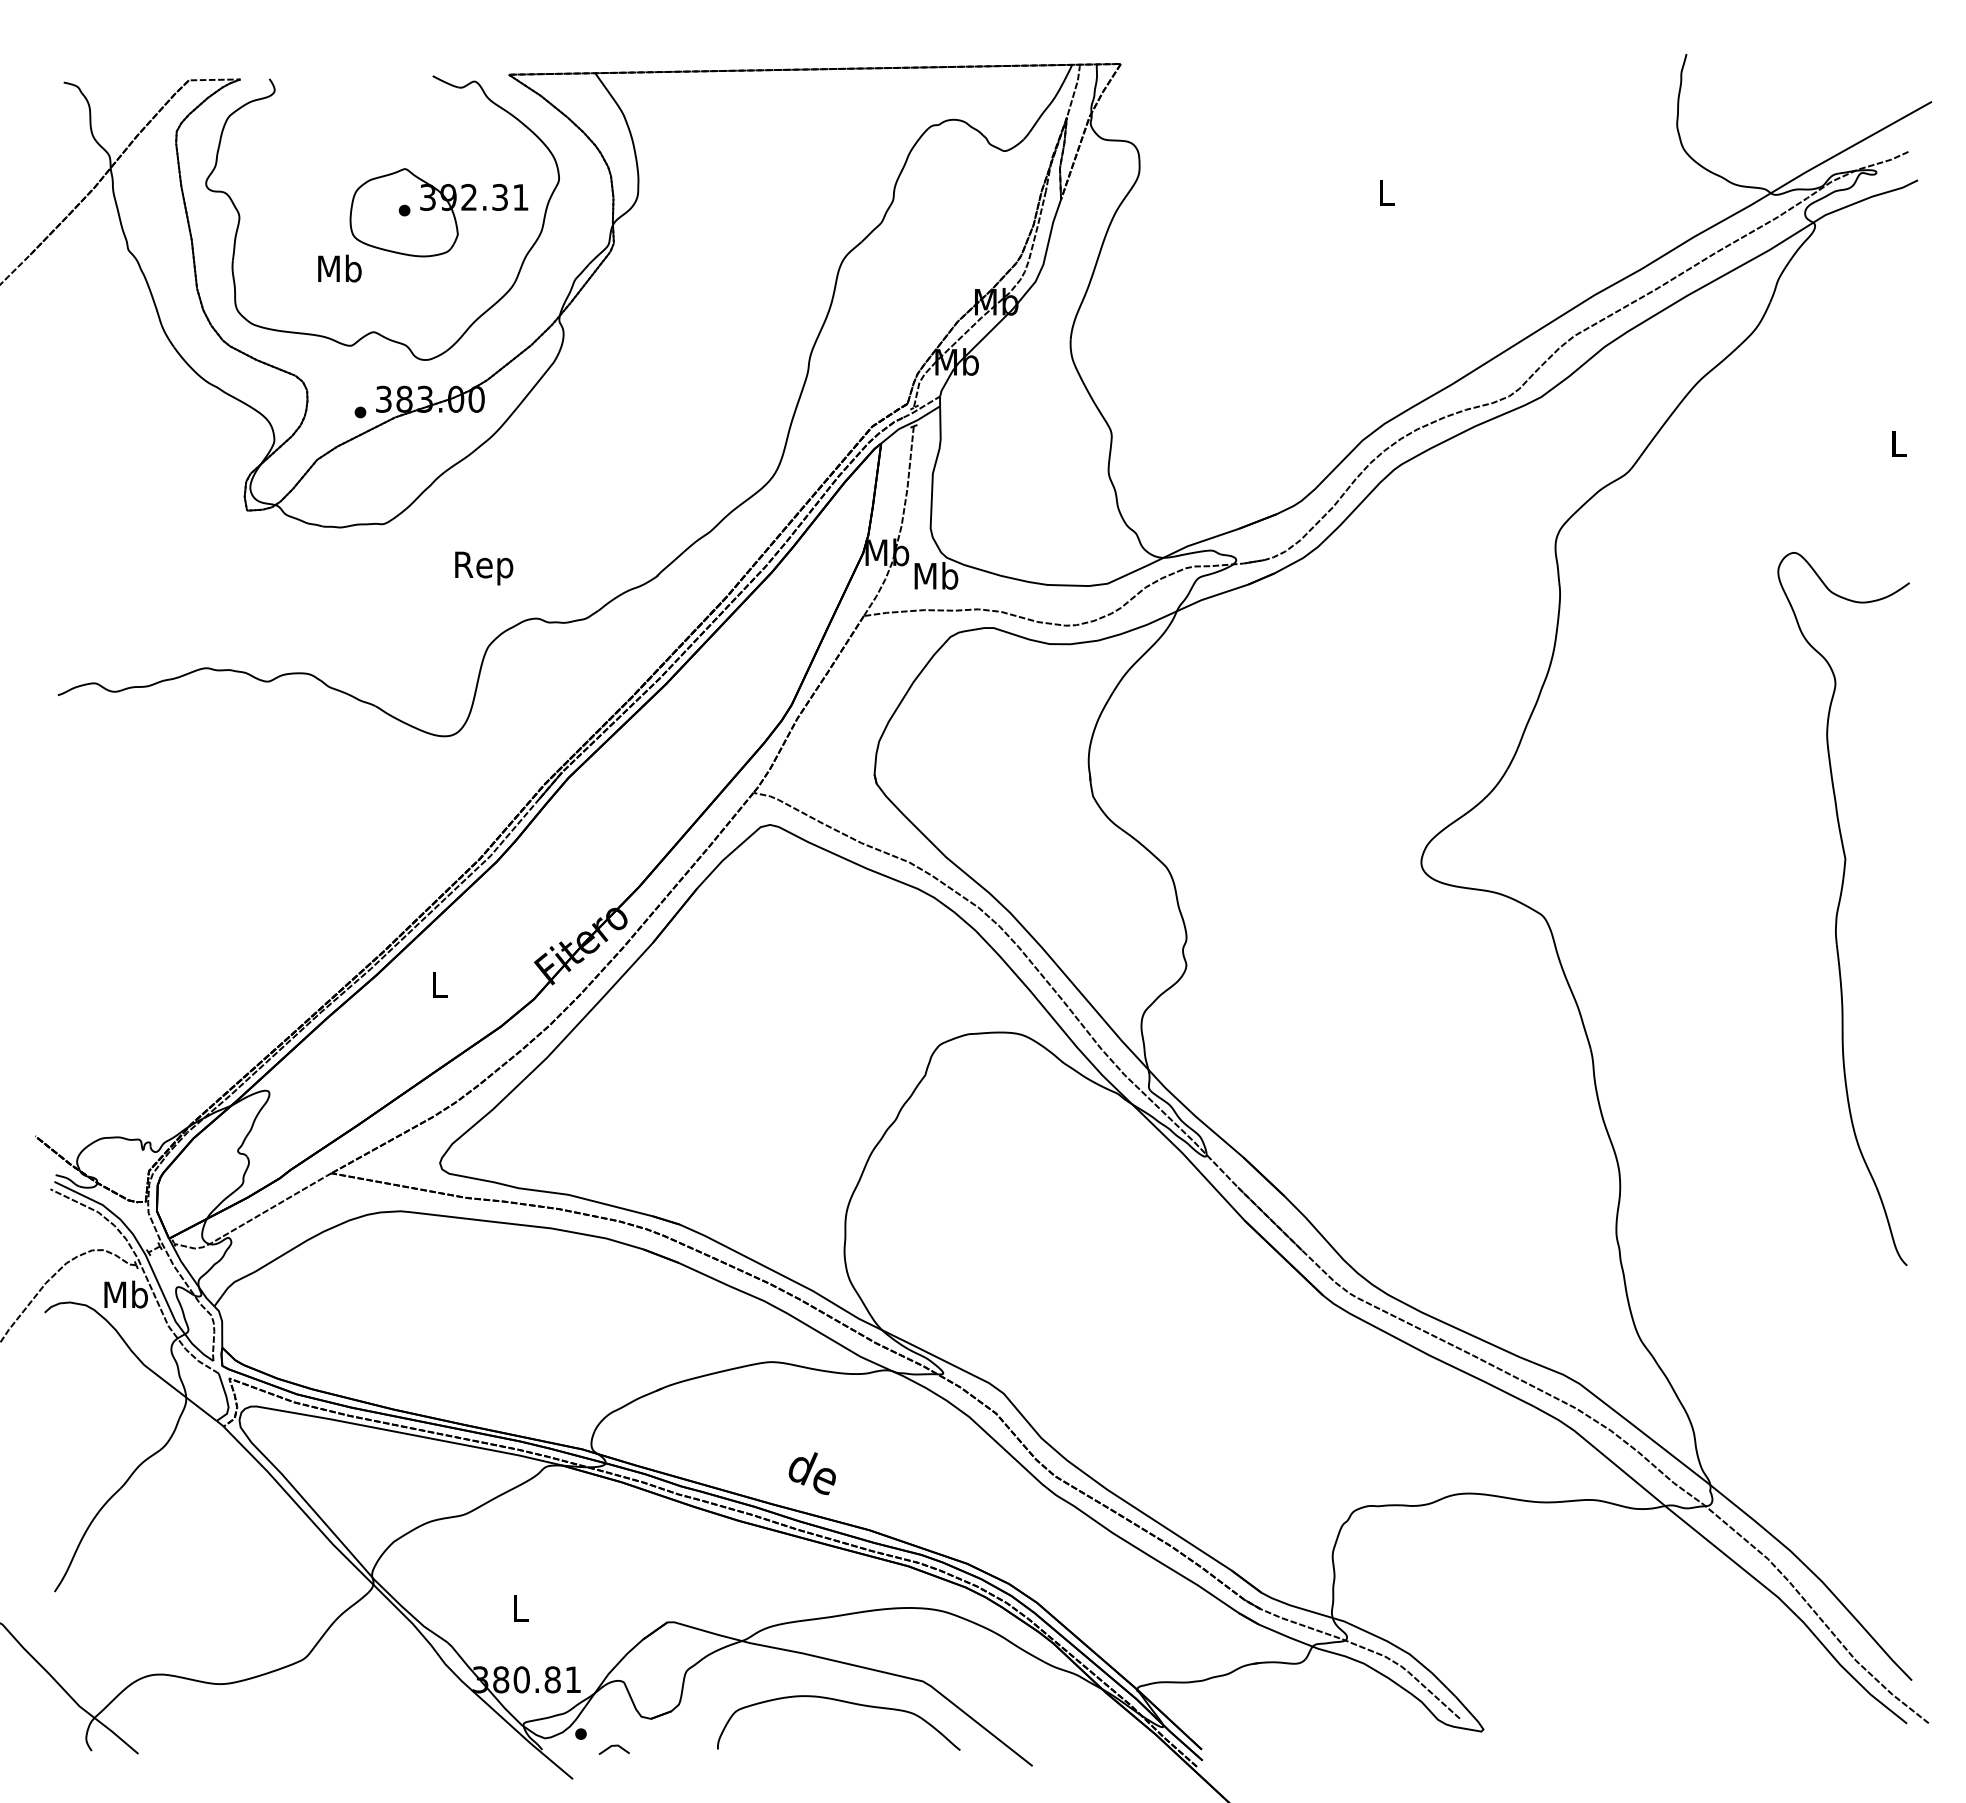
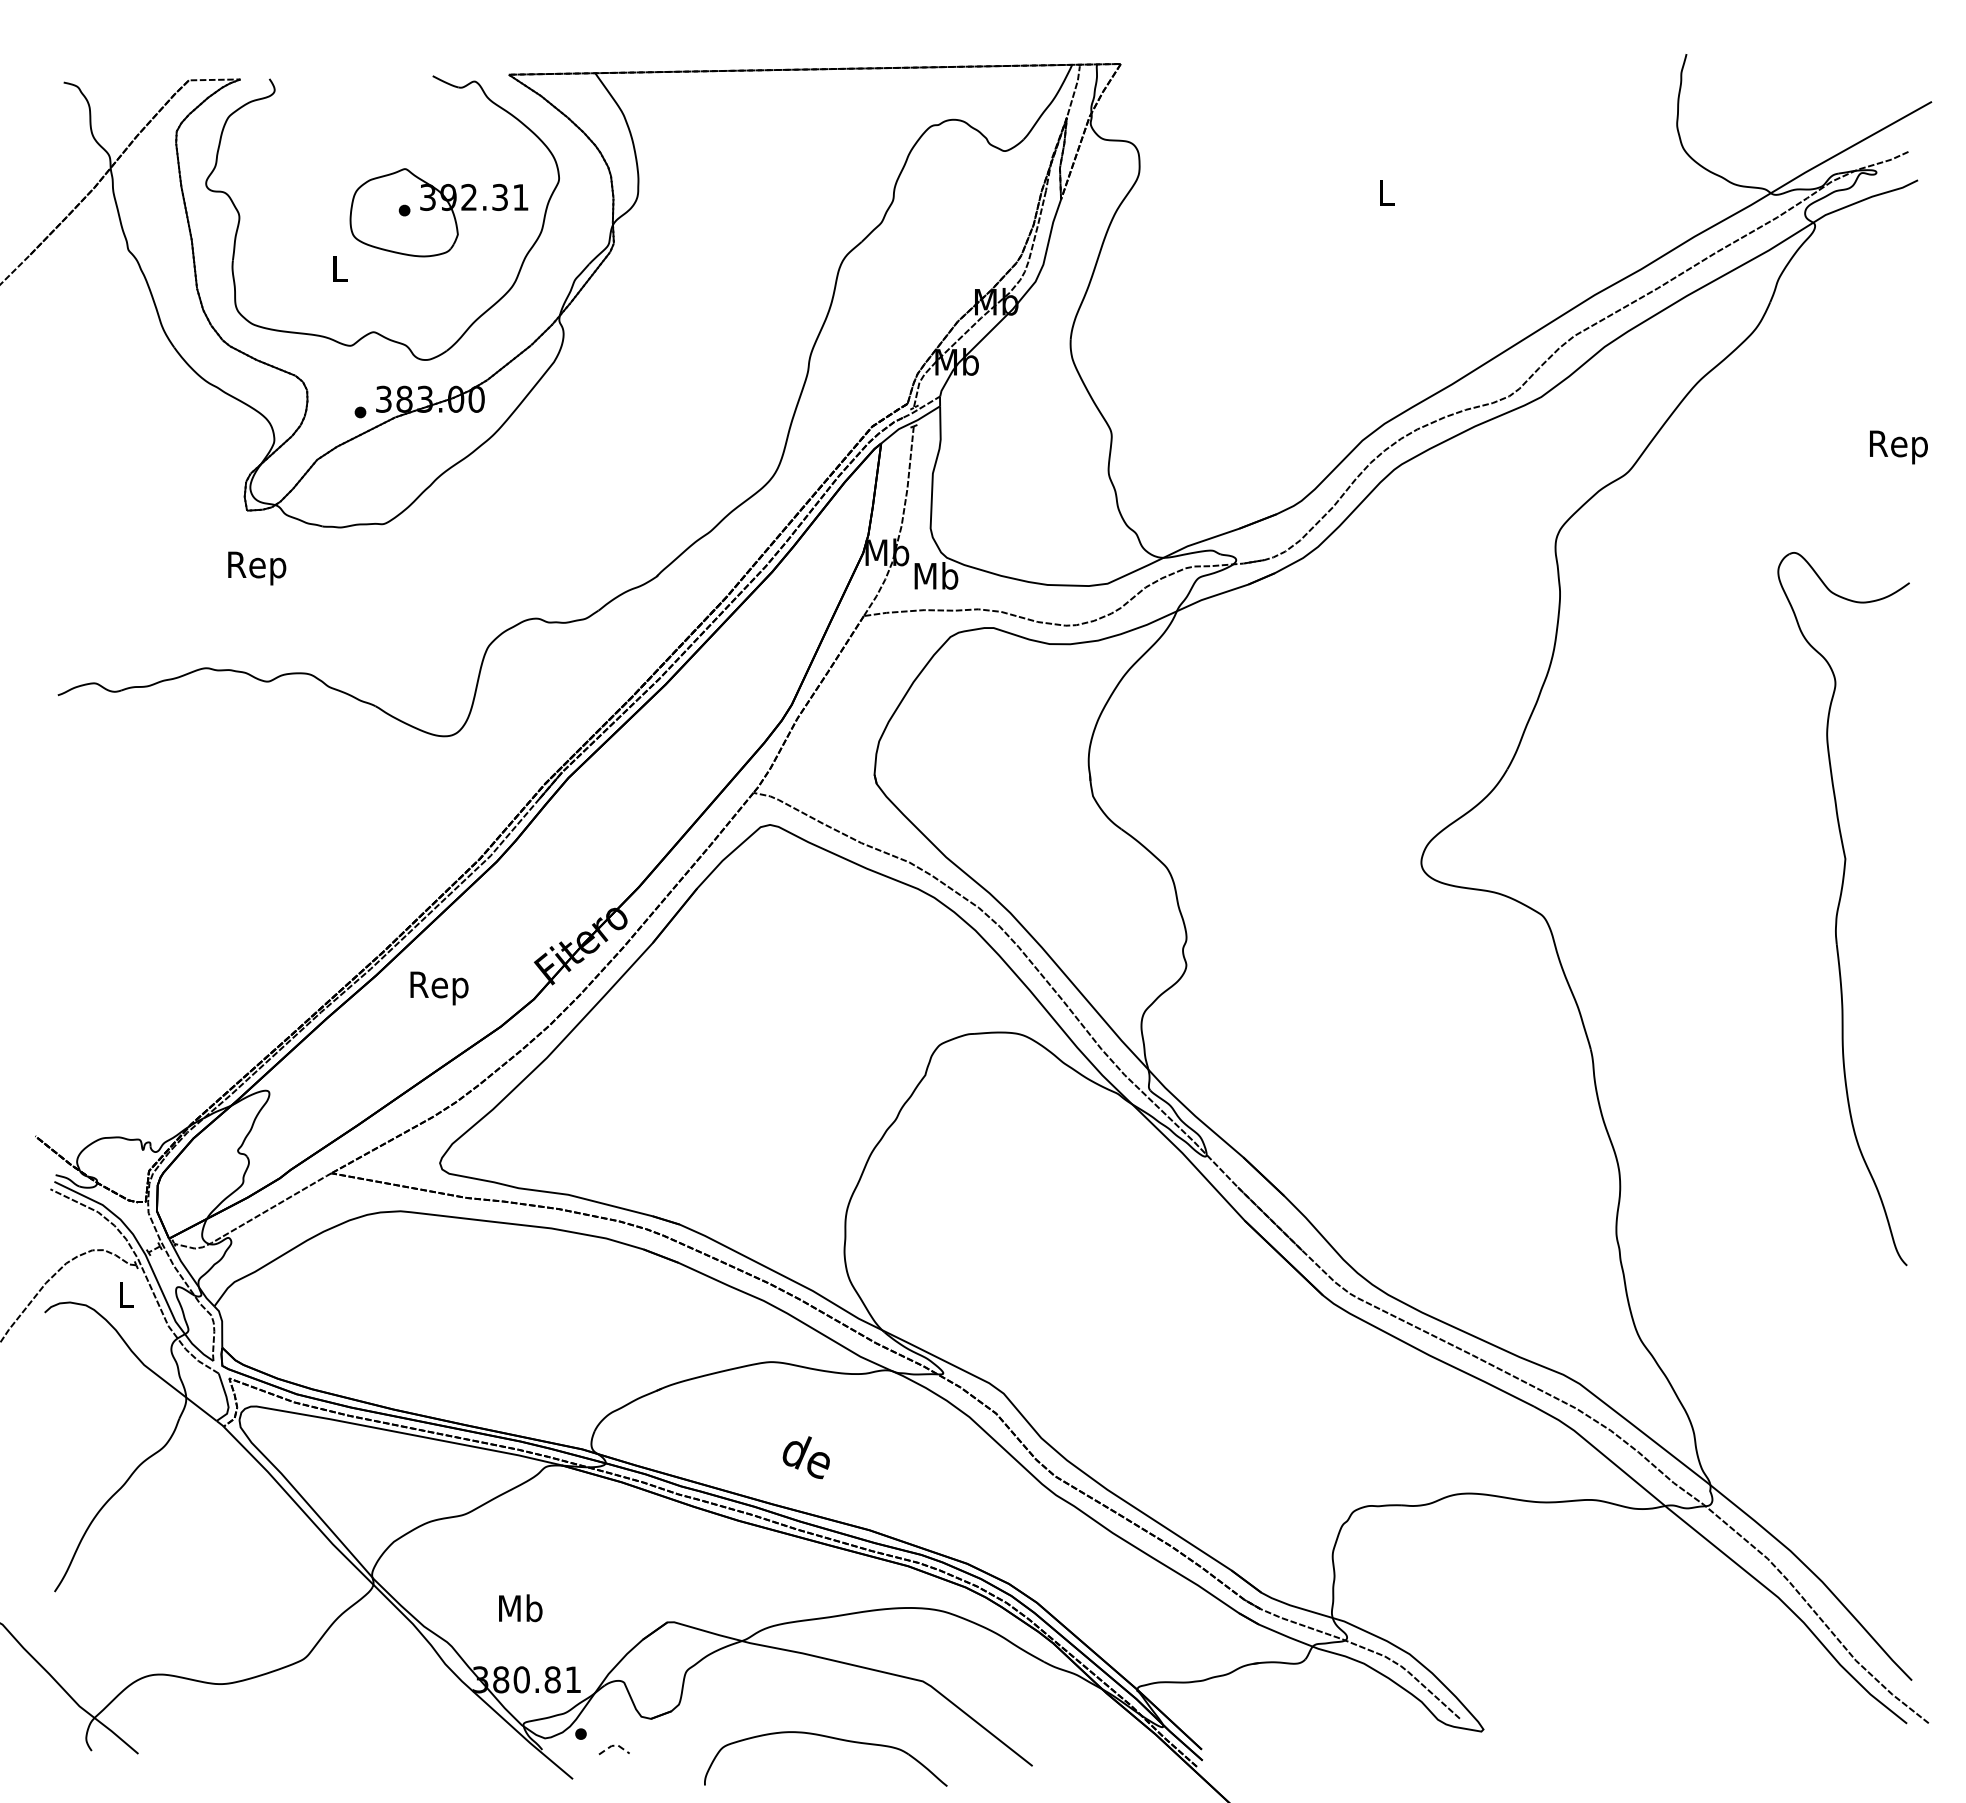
text at (339, 268): Mb -> L
text at (1898, 447): L -> Rep
text at (484, 568) position: (484, 568) -> (257, 568)
text at (439, 988): L -> Rep
text at (125, 1294): Mb -> L
text at (811, 1473) position: (811, 1473) -> (805, 1457)
text at (520, 1608): L -> Mb
part at (842, 1702) position: (842, 1702) -> (829, 1738)
line at (614, 1745): solid -> dashed
